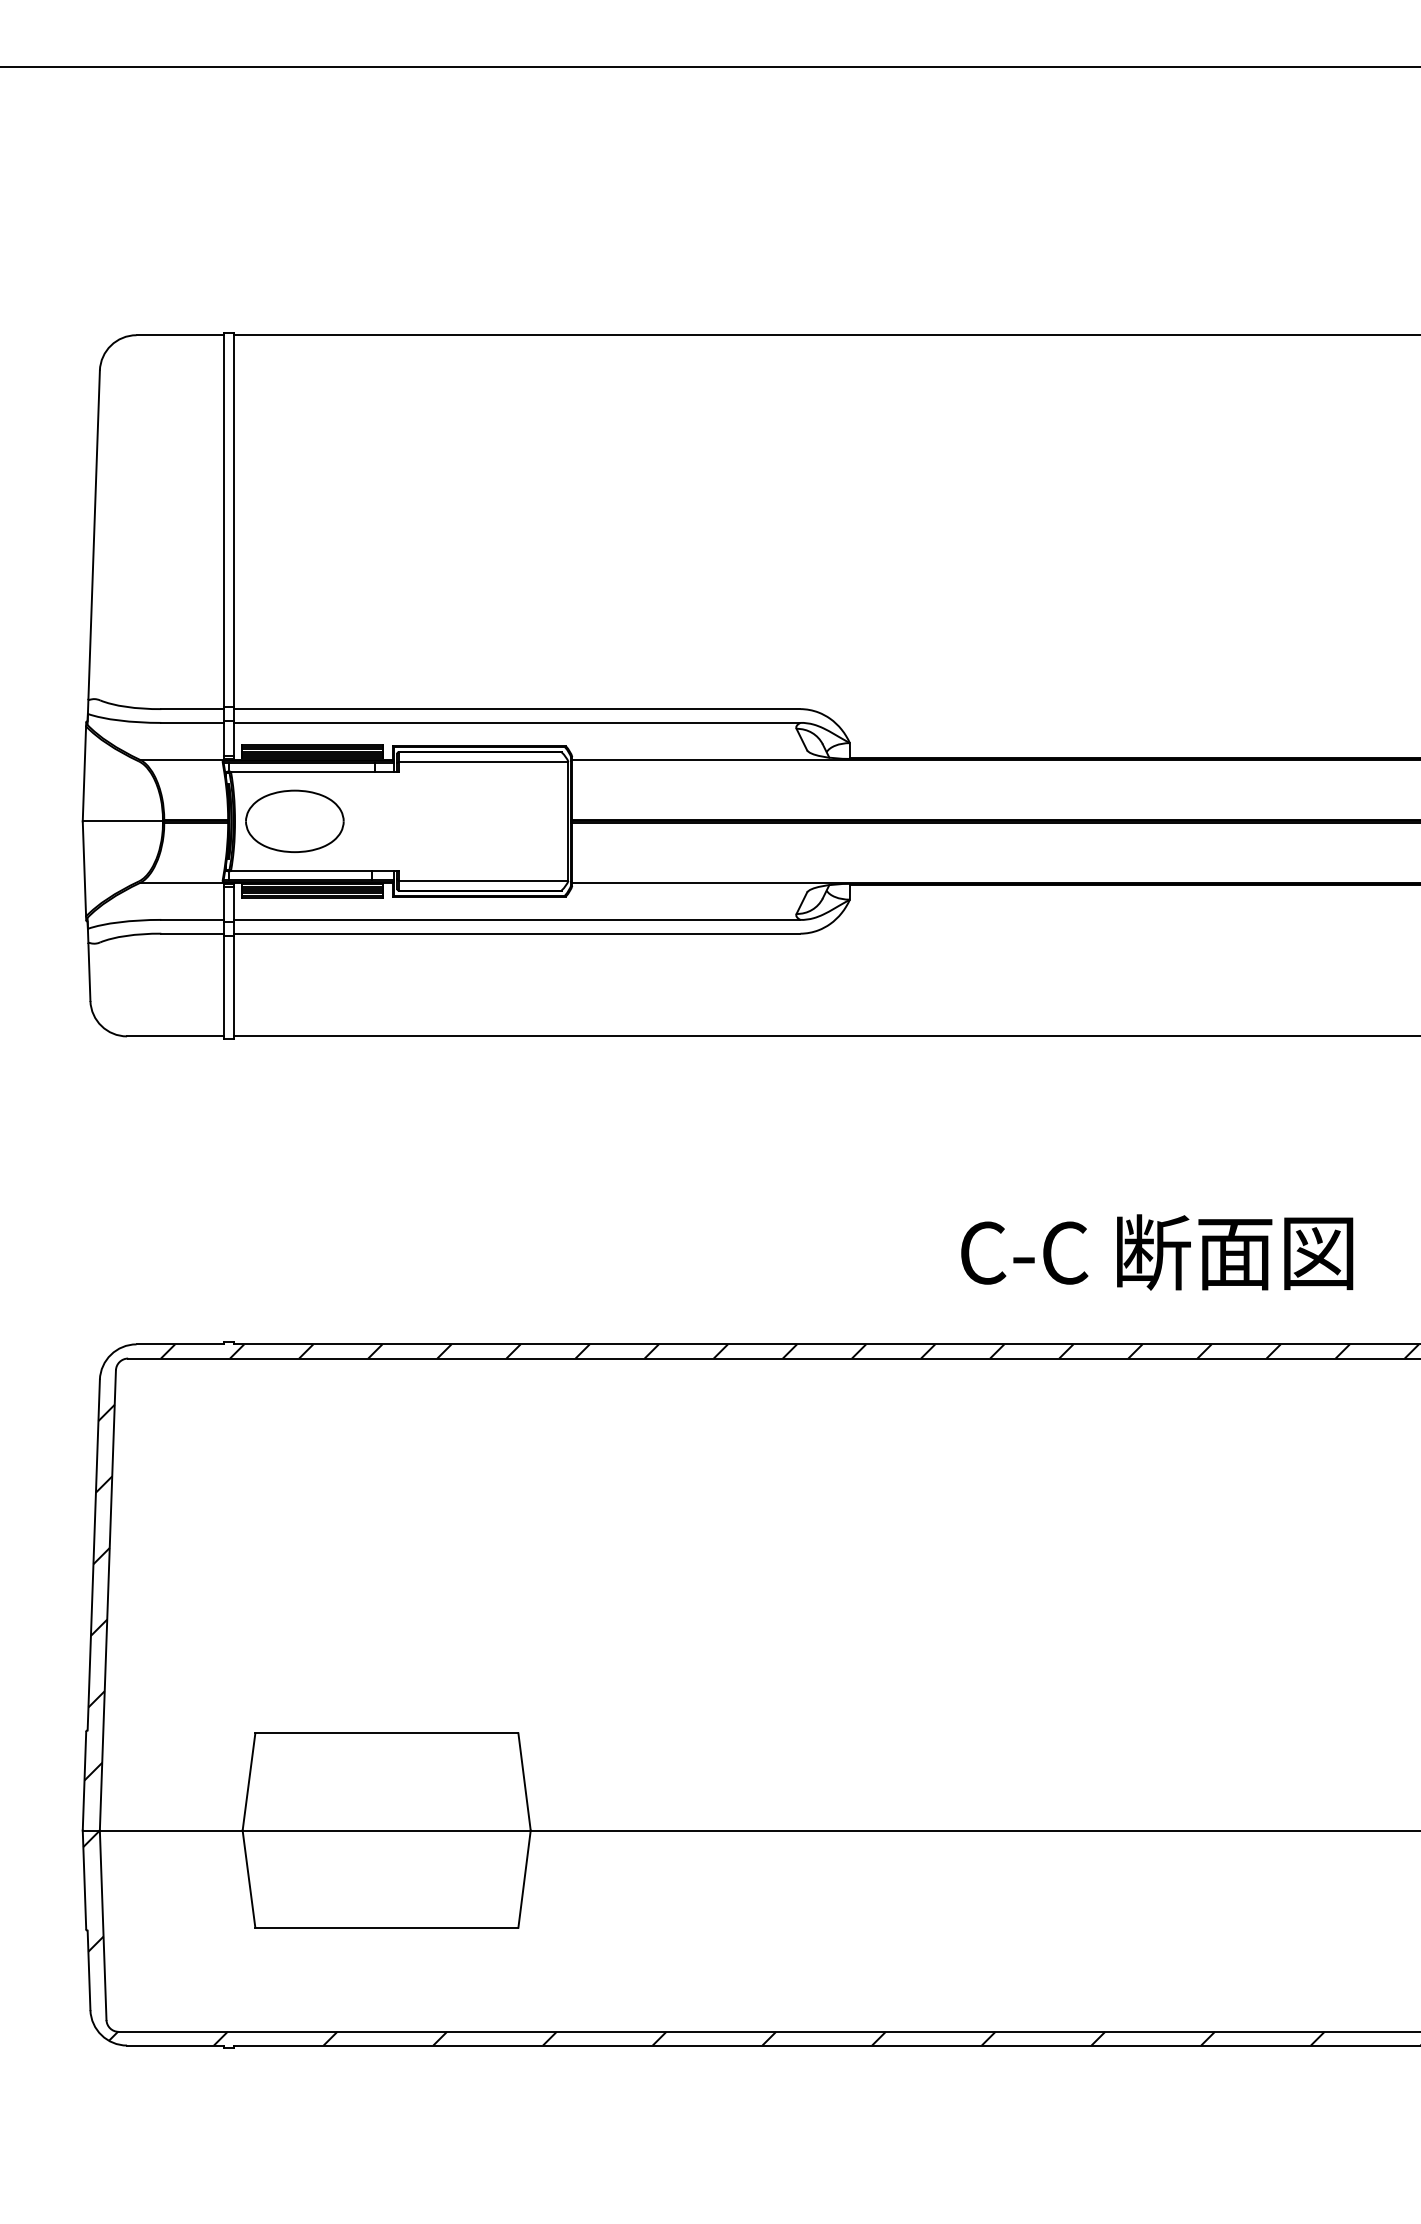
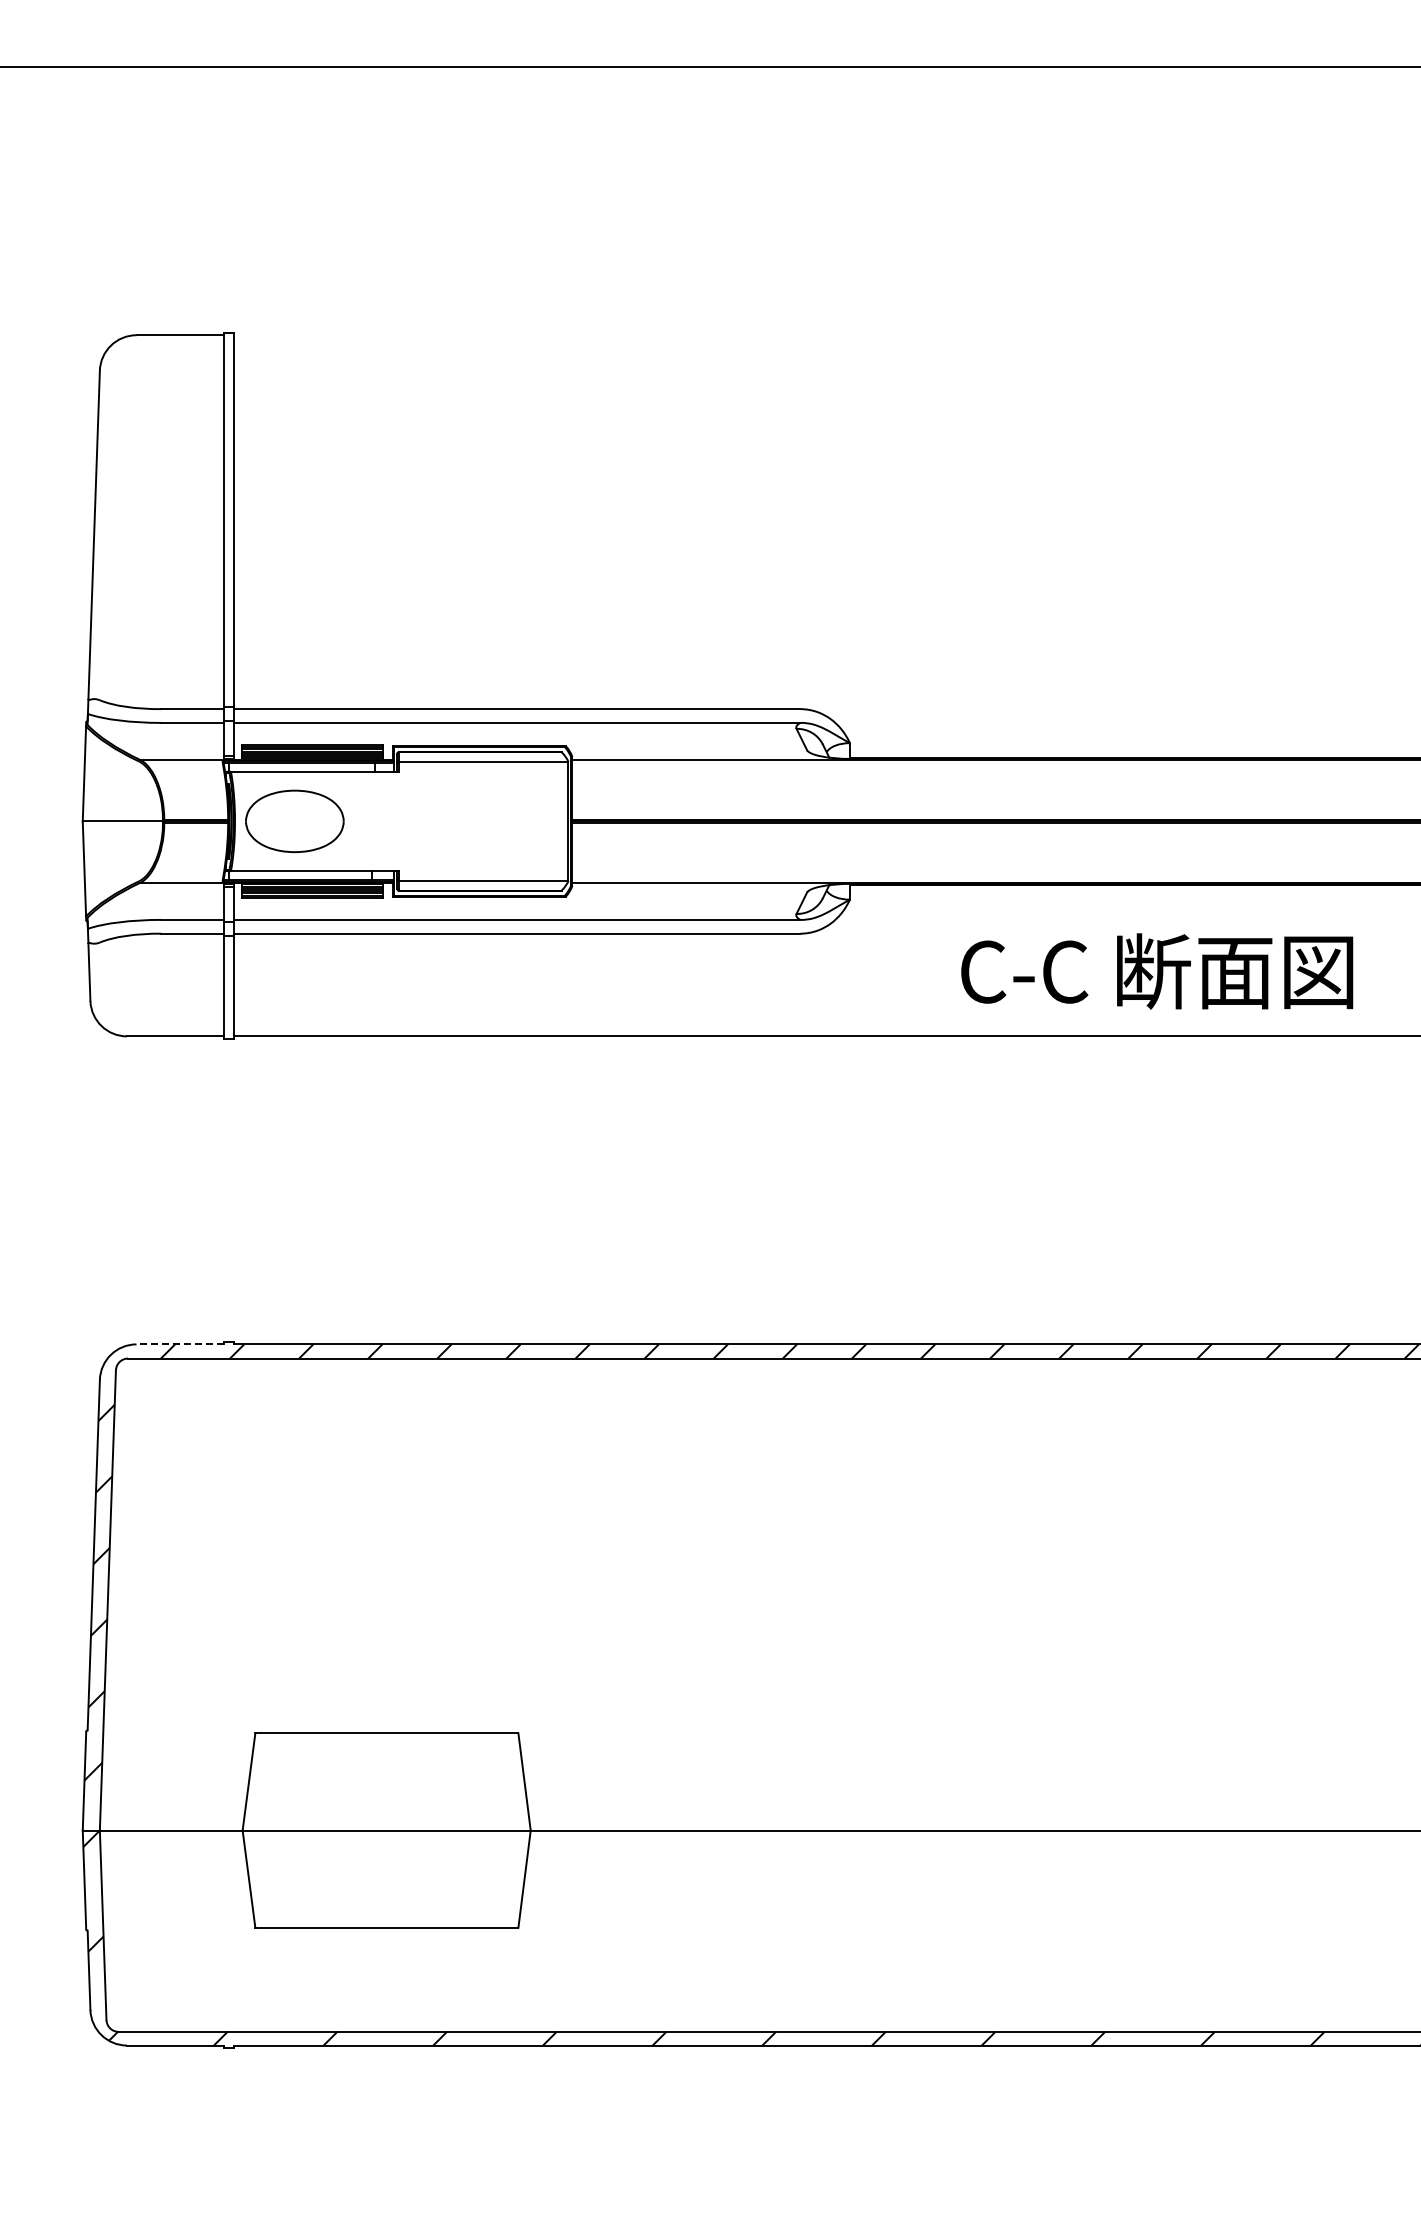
line at (825, 335): present -> none
text at (1157, 1252) position: (1157, 1252) -> (1157, 971)
line at (180, 1344): solid -> dashed
